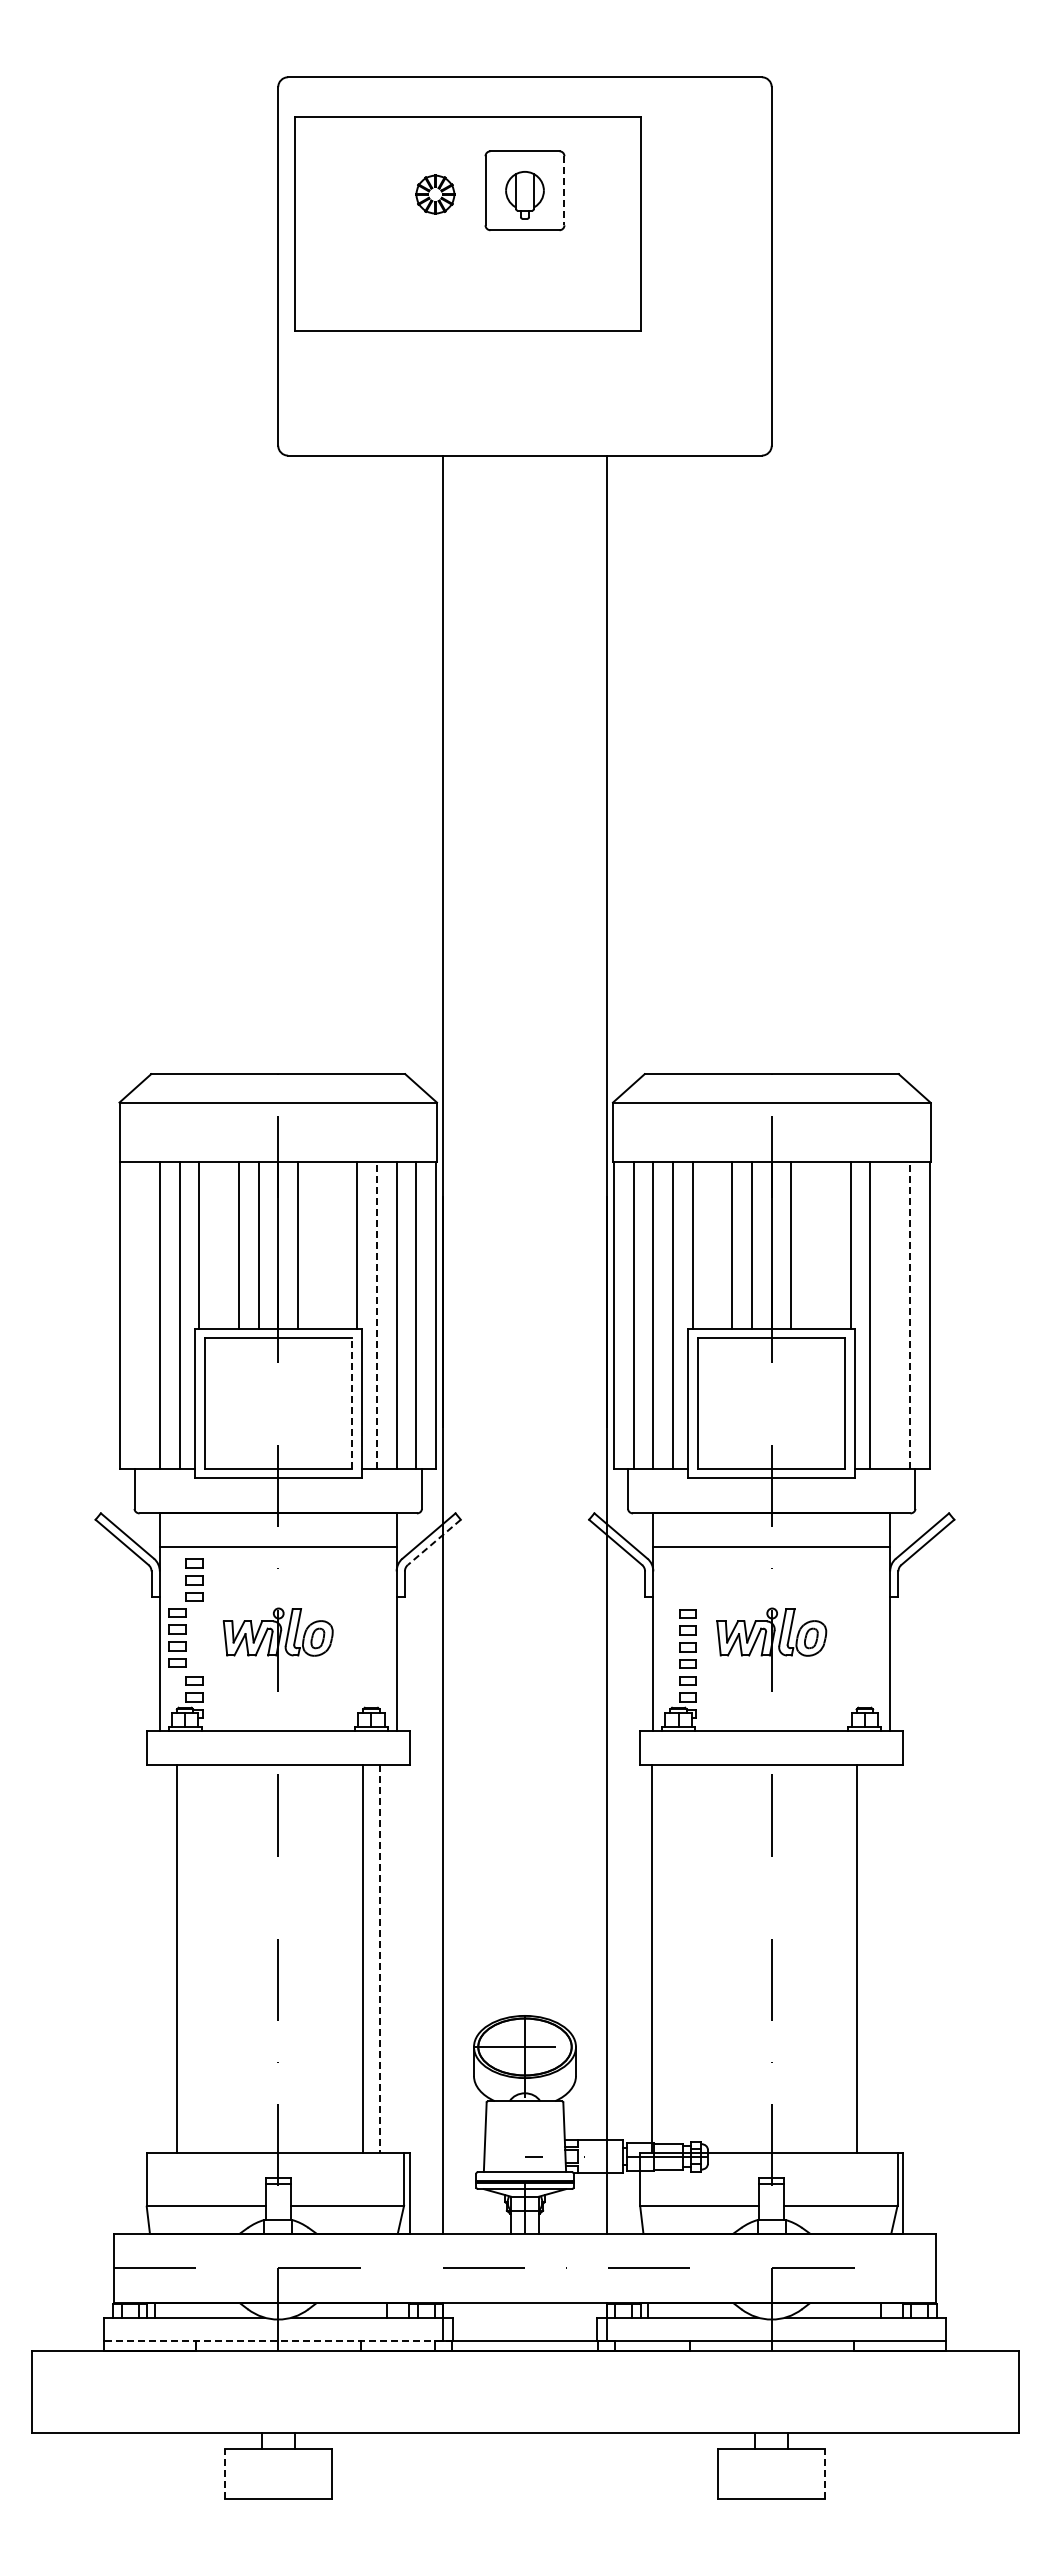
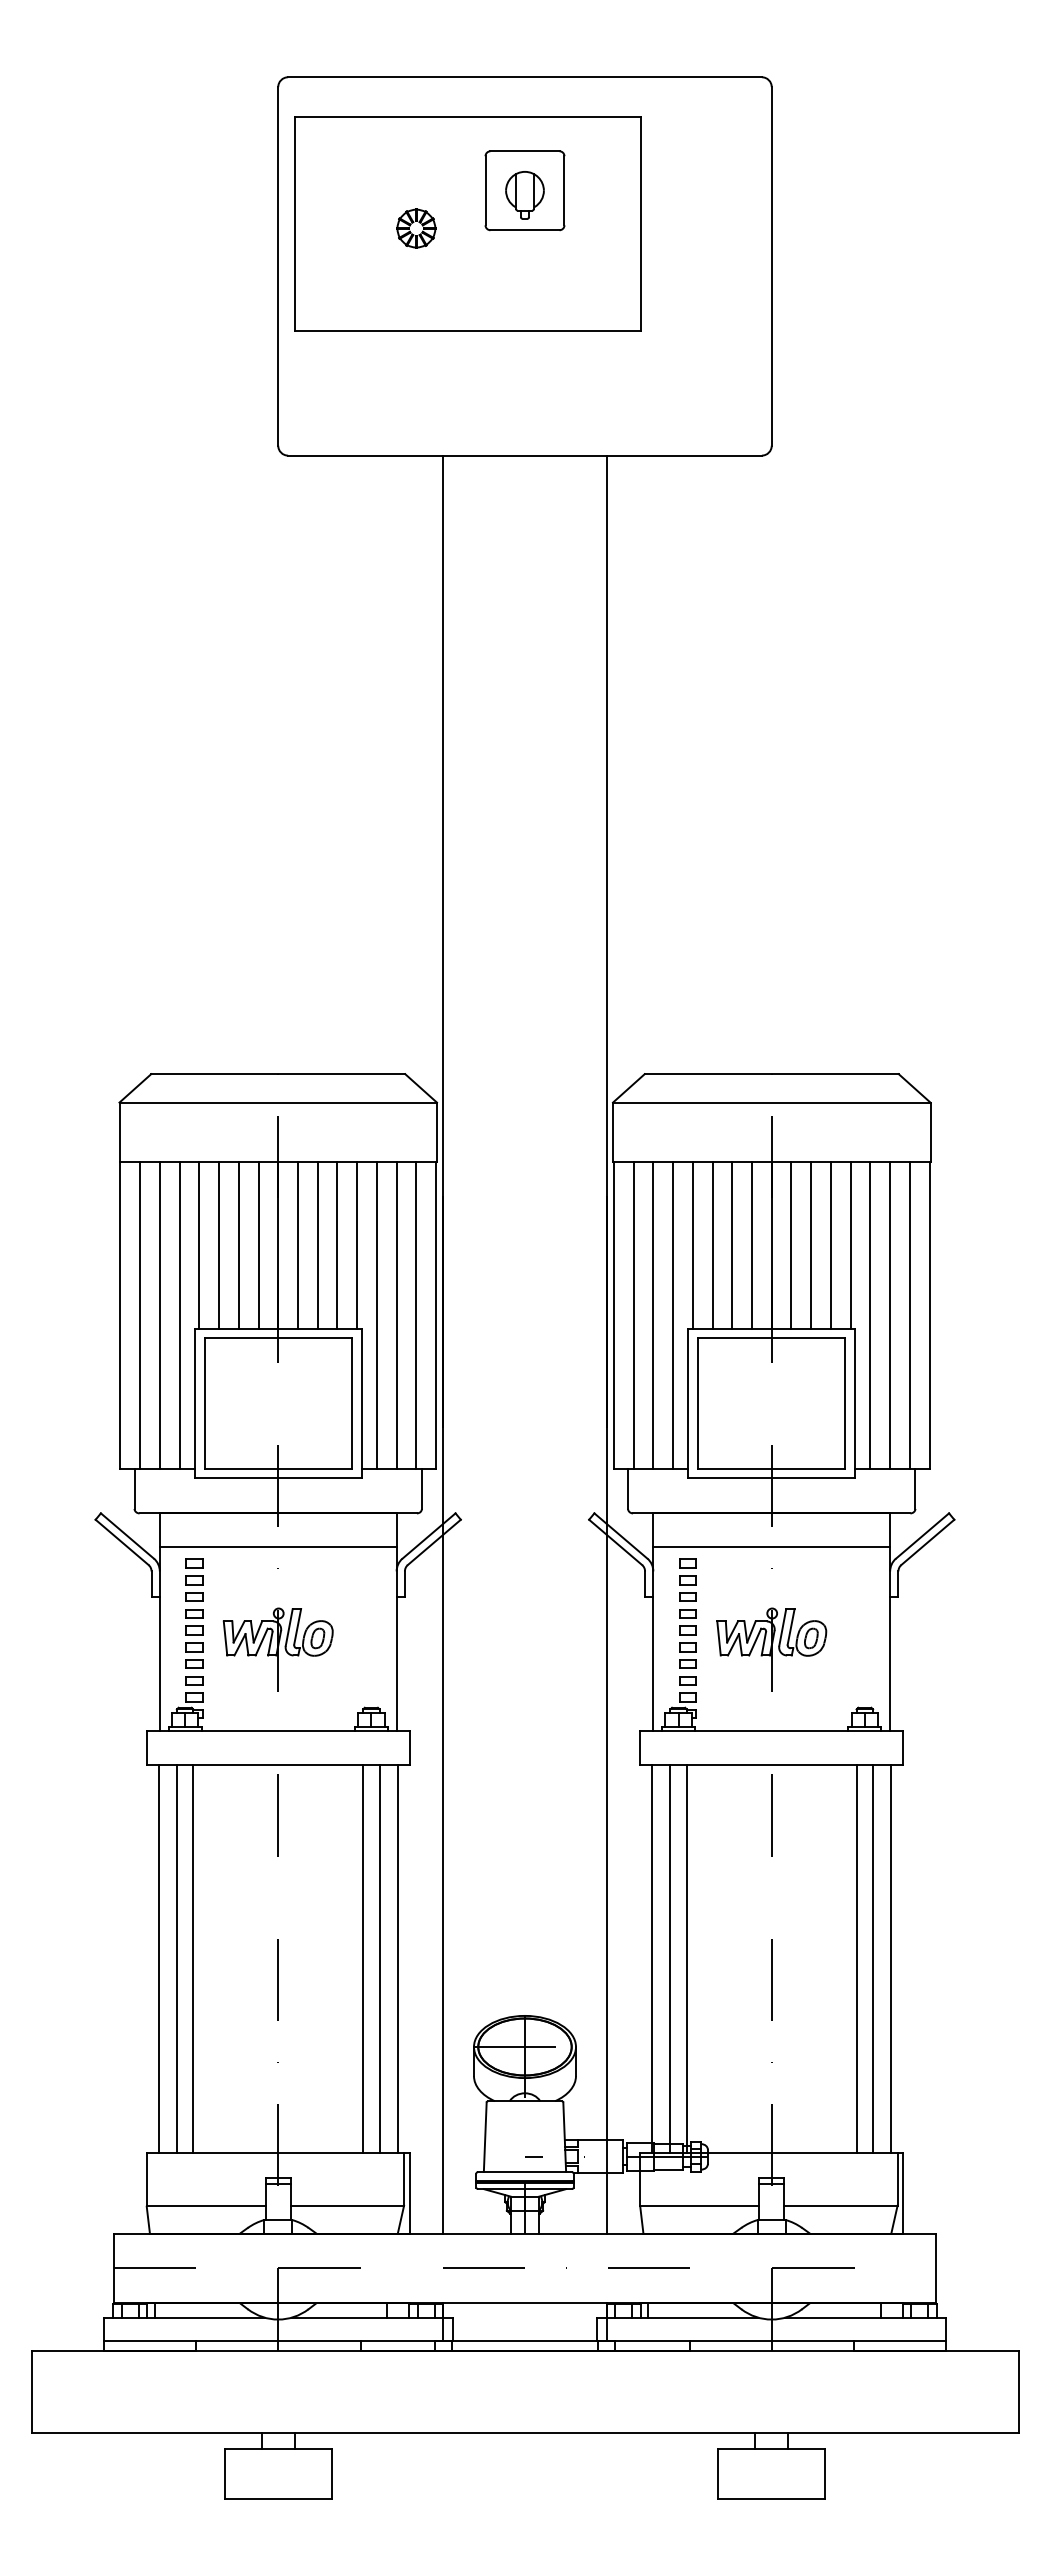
line at (564, 190): dashed -> solid
part at (435, 194) position: (435, 194) -> (416, 228)
line at (219, 1244): none -> present
line at (317, 1244): none -> present
line at (337, 1244): none -> present
line at (712, 1244): none -> present
line at (811, 1244): none -> present
line at (830, 1244): none -> present
line at (140, 1315): none -> present
line at (376, 1315): dashed -> solid
line at (890, 1315): none -> present
line at (909, 1315): dashed -> solid
line at (351, 1403): dashed -> solid
line at (434, 1542): dashed -> solid
part at (687, 1579): none -> present
part at (177, 1637) position: (177, 1637) -> (194, 1638)
line at (158, 1958): none -> present
line at (193, 1958): none -> present
line at (397, 1958): none -> present
line at (670, 1958): none -> present
line at (686, 1958): none -> present
line at (873, 1958): none -> present
line at (891, 1958): none -> present
line at (379, 1959): dashed -> solid
line at (277, 2341): dashed -> solid
line at (224, 2474): dashed -> solid
line at (825, 2474): dashed -> solid
